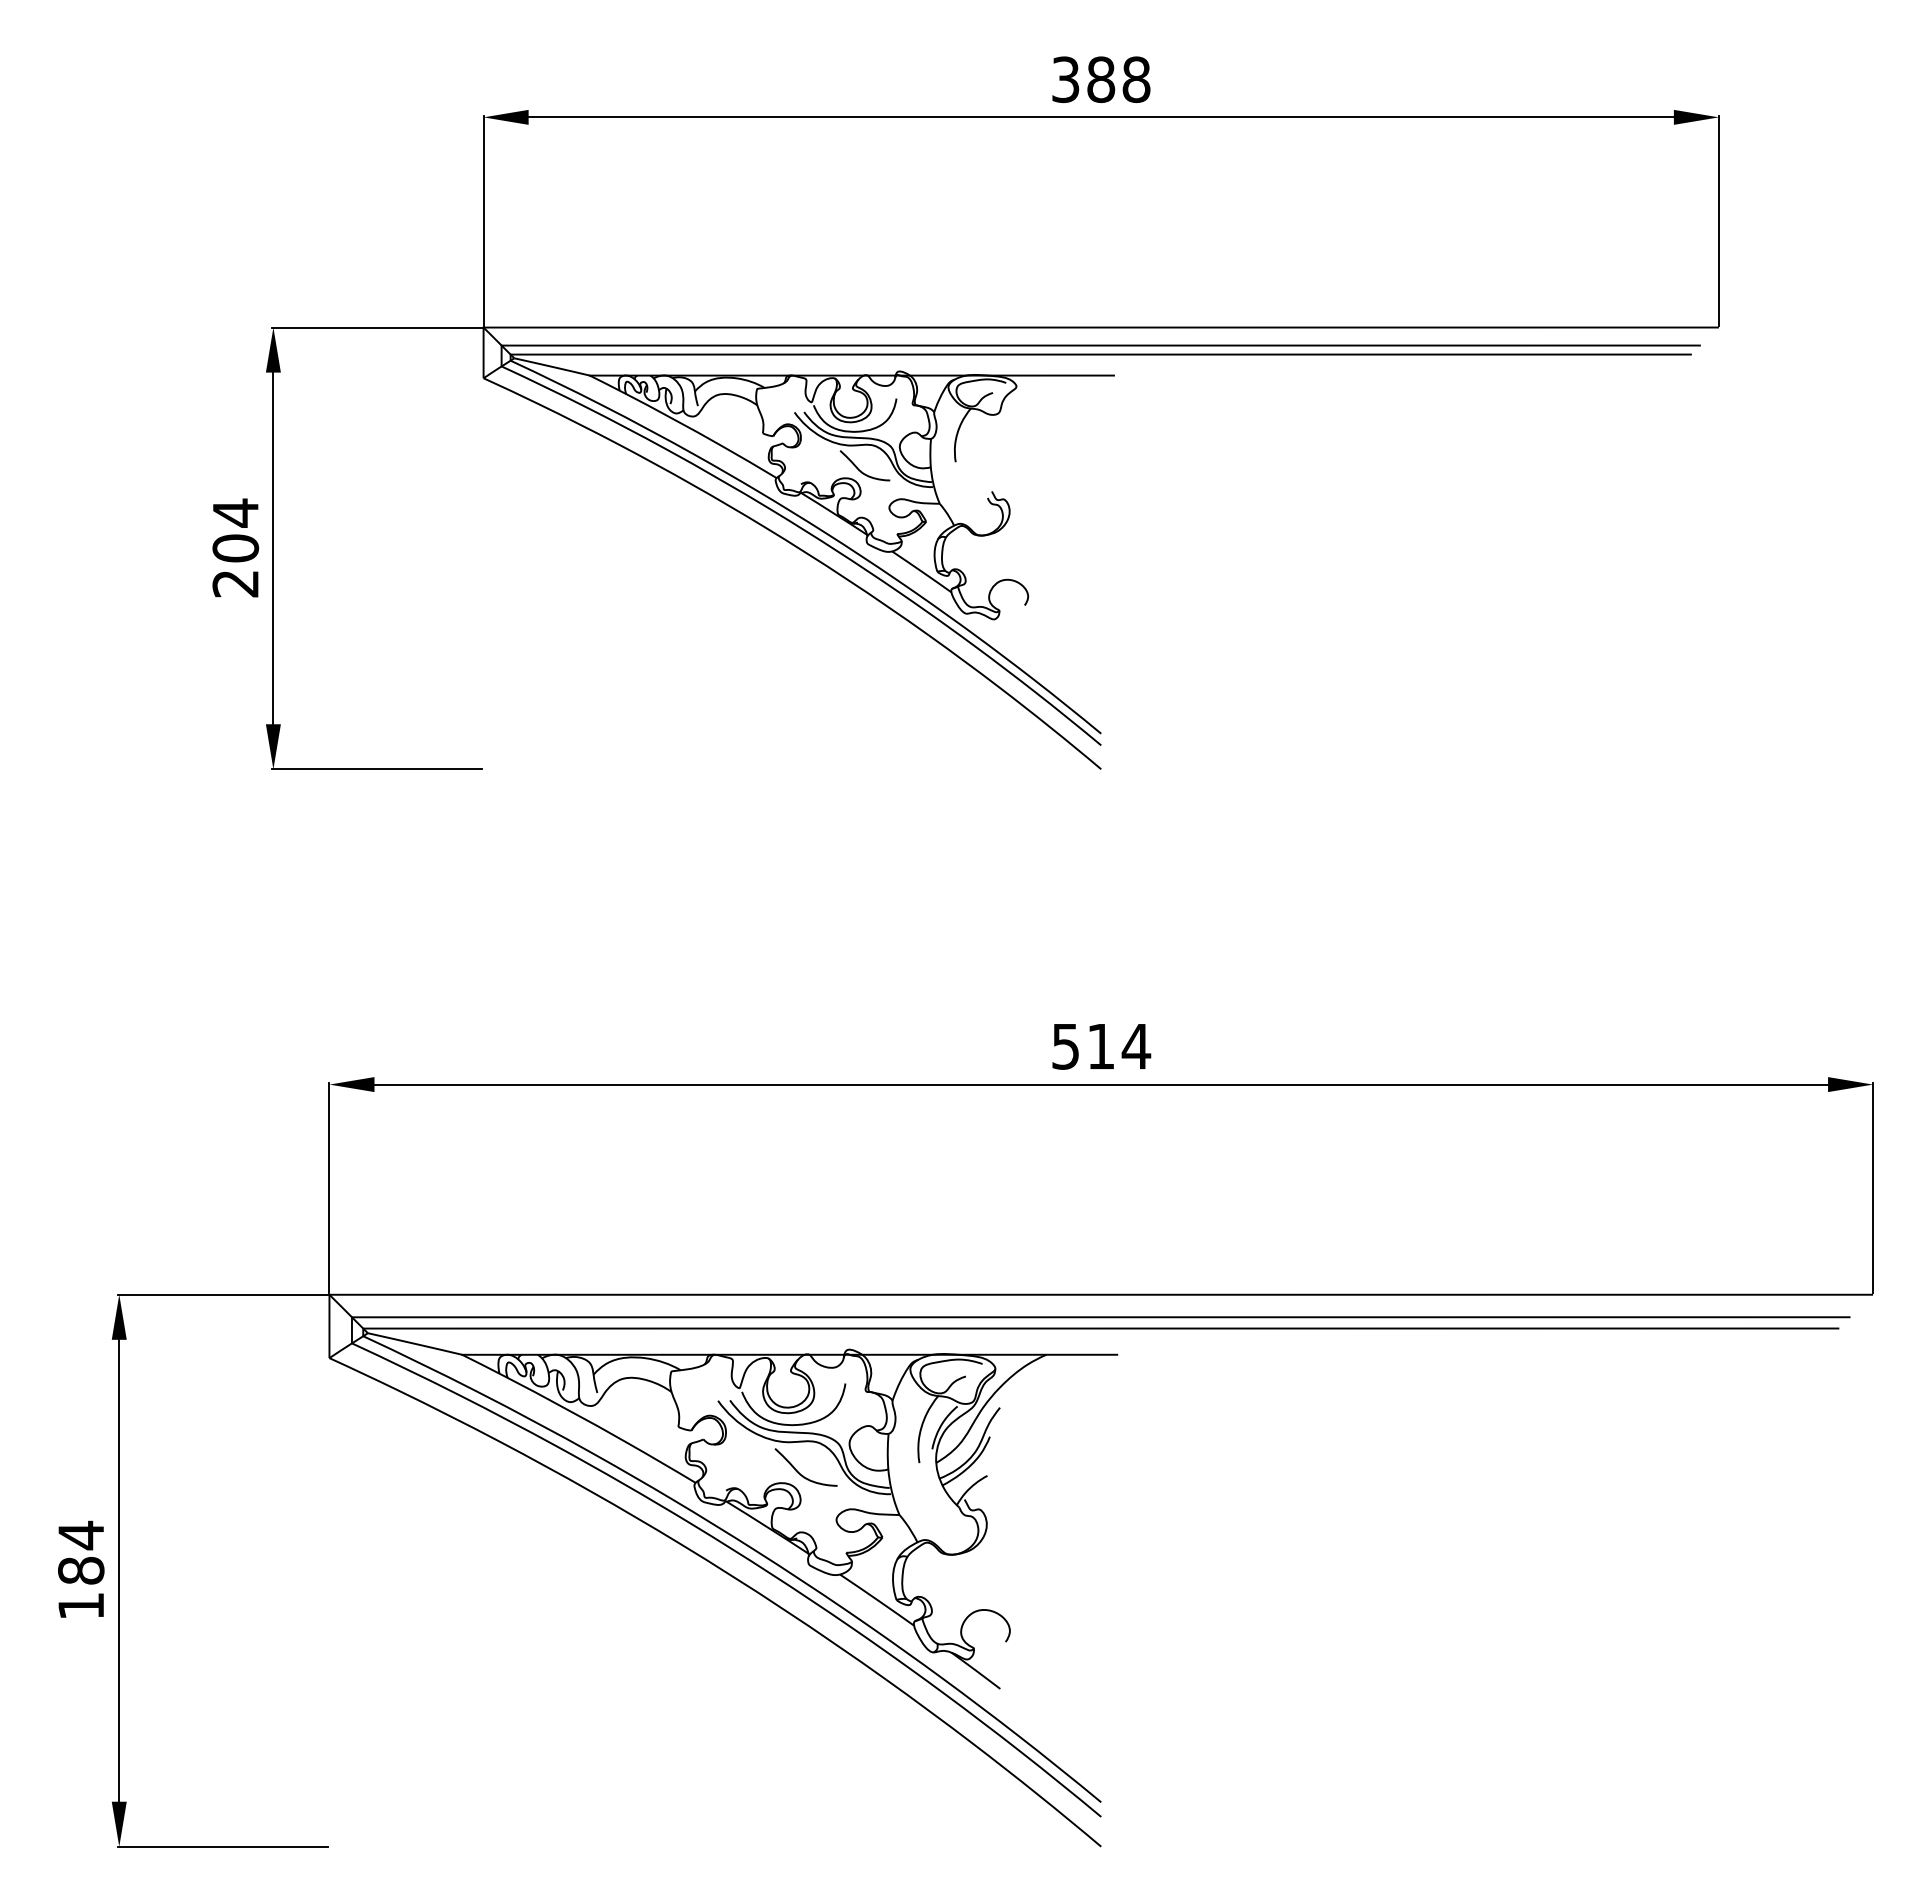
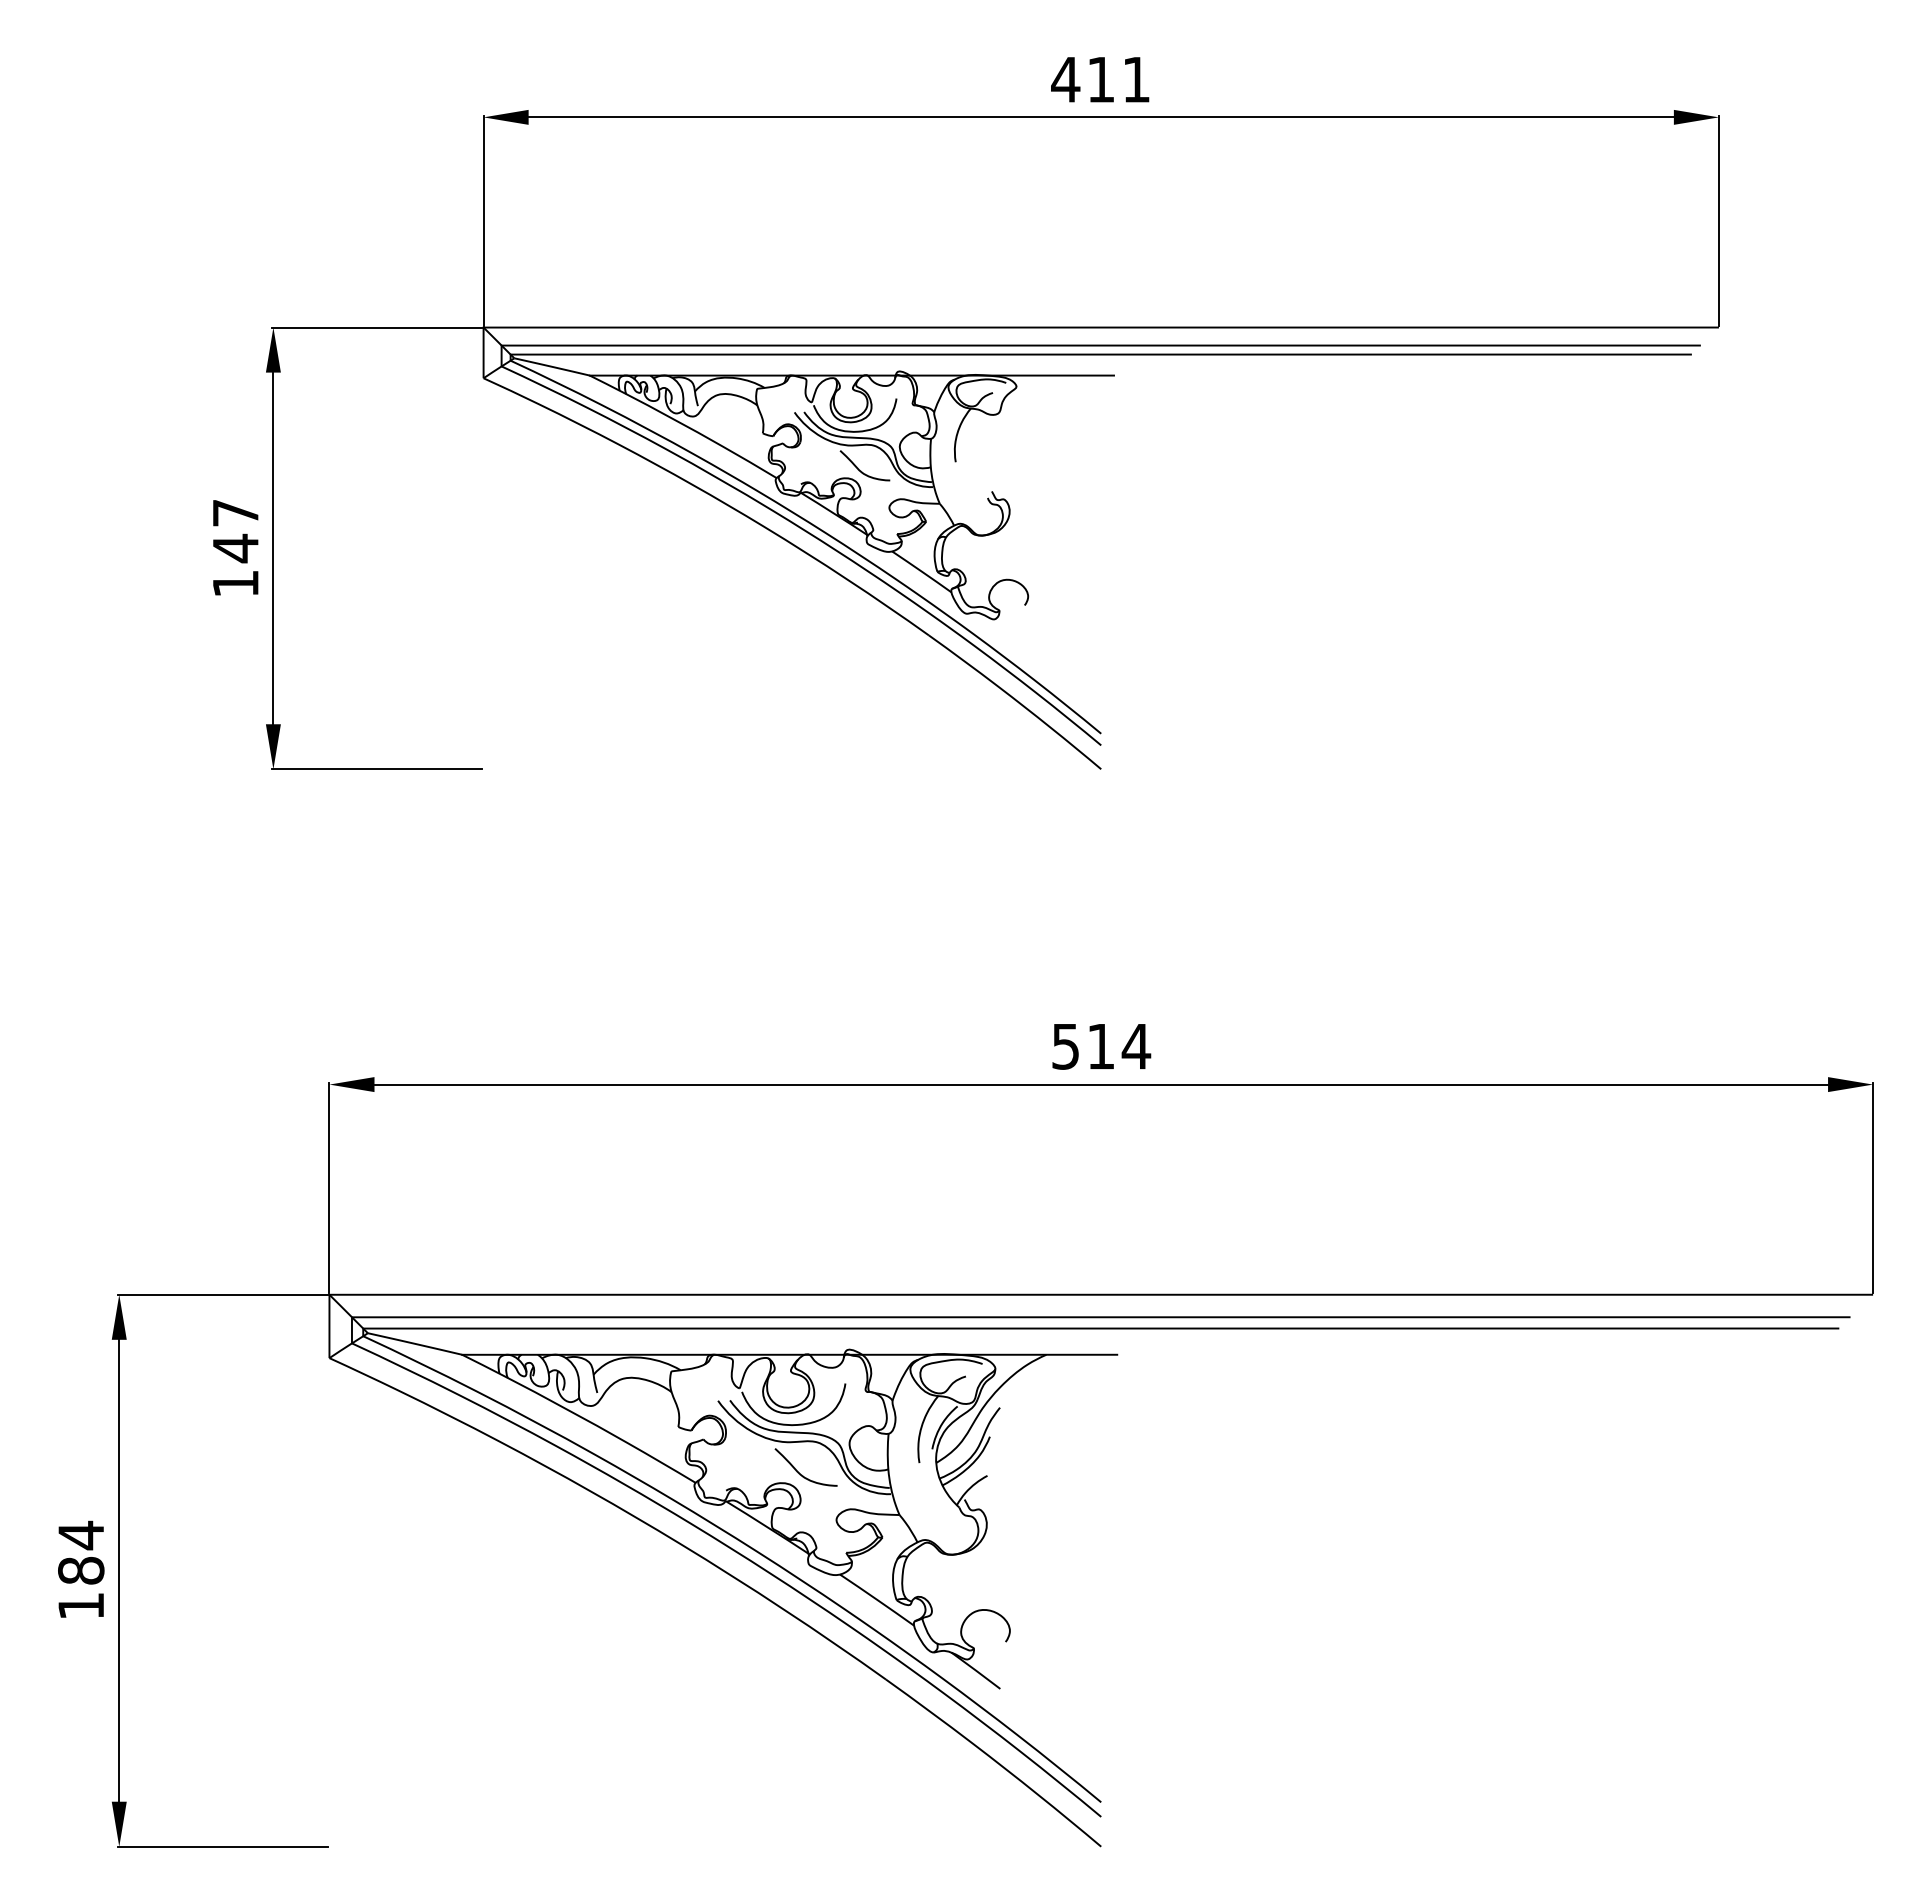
text at (1100, 79): 388 -> 411
text at (235, 547): 204 -> 147
